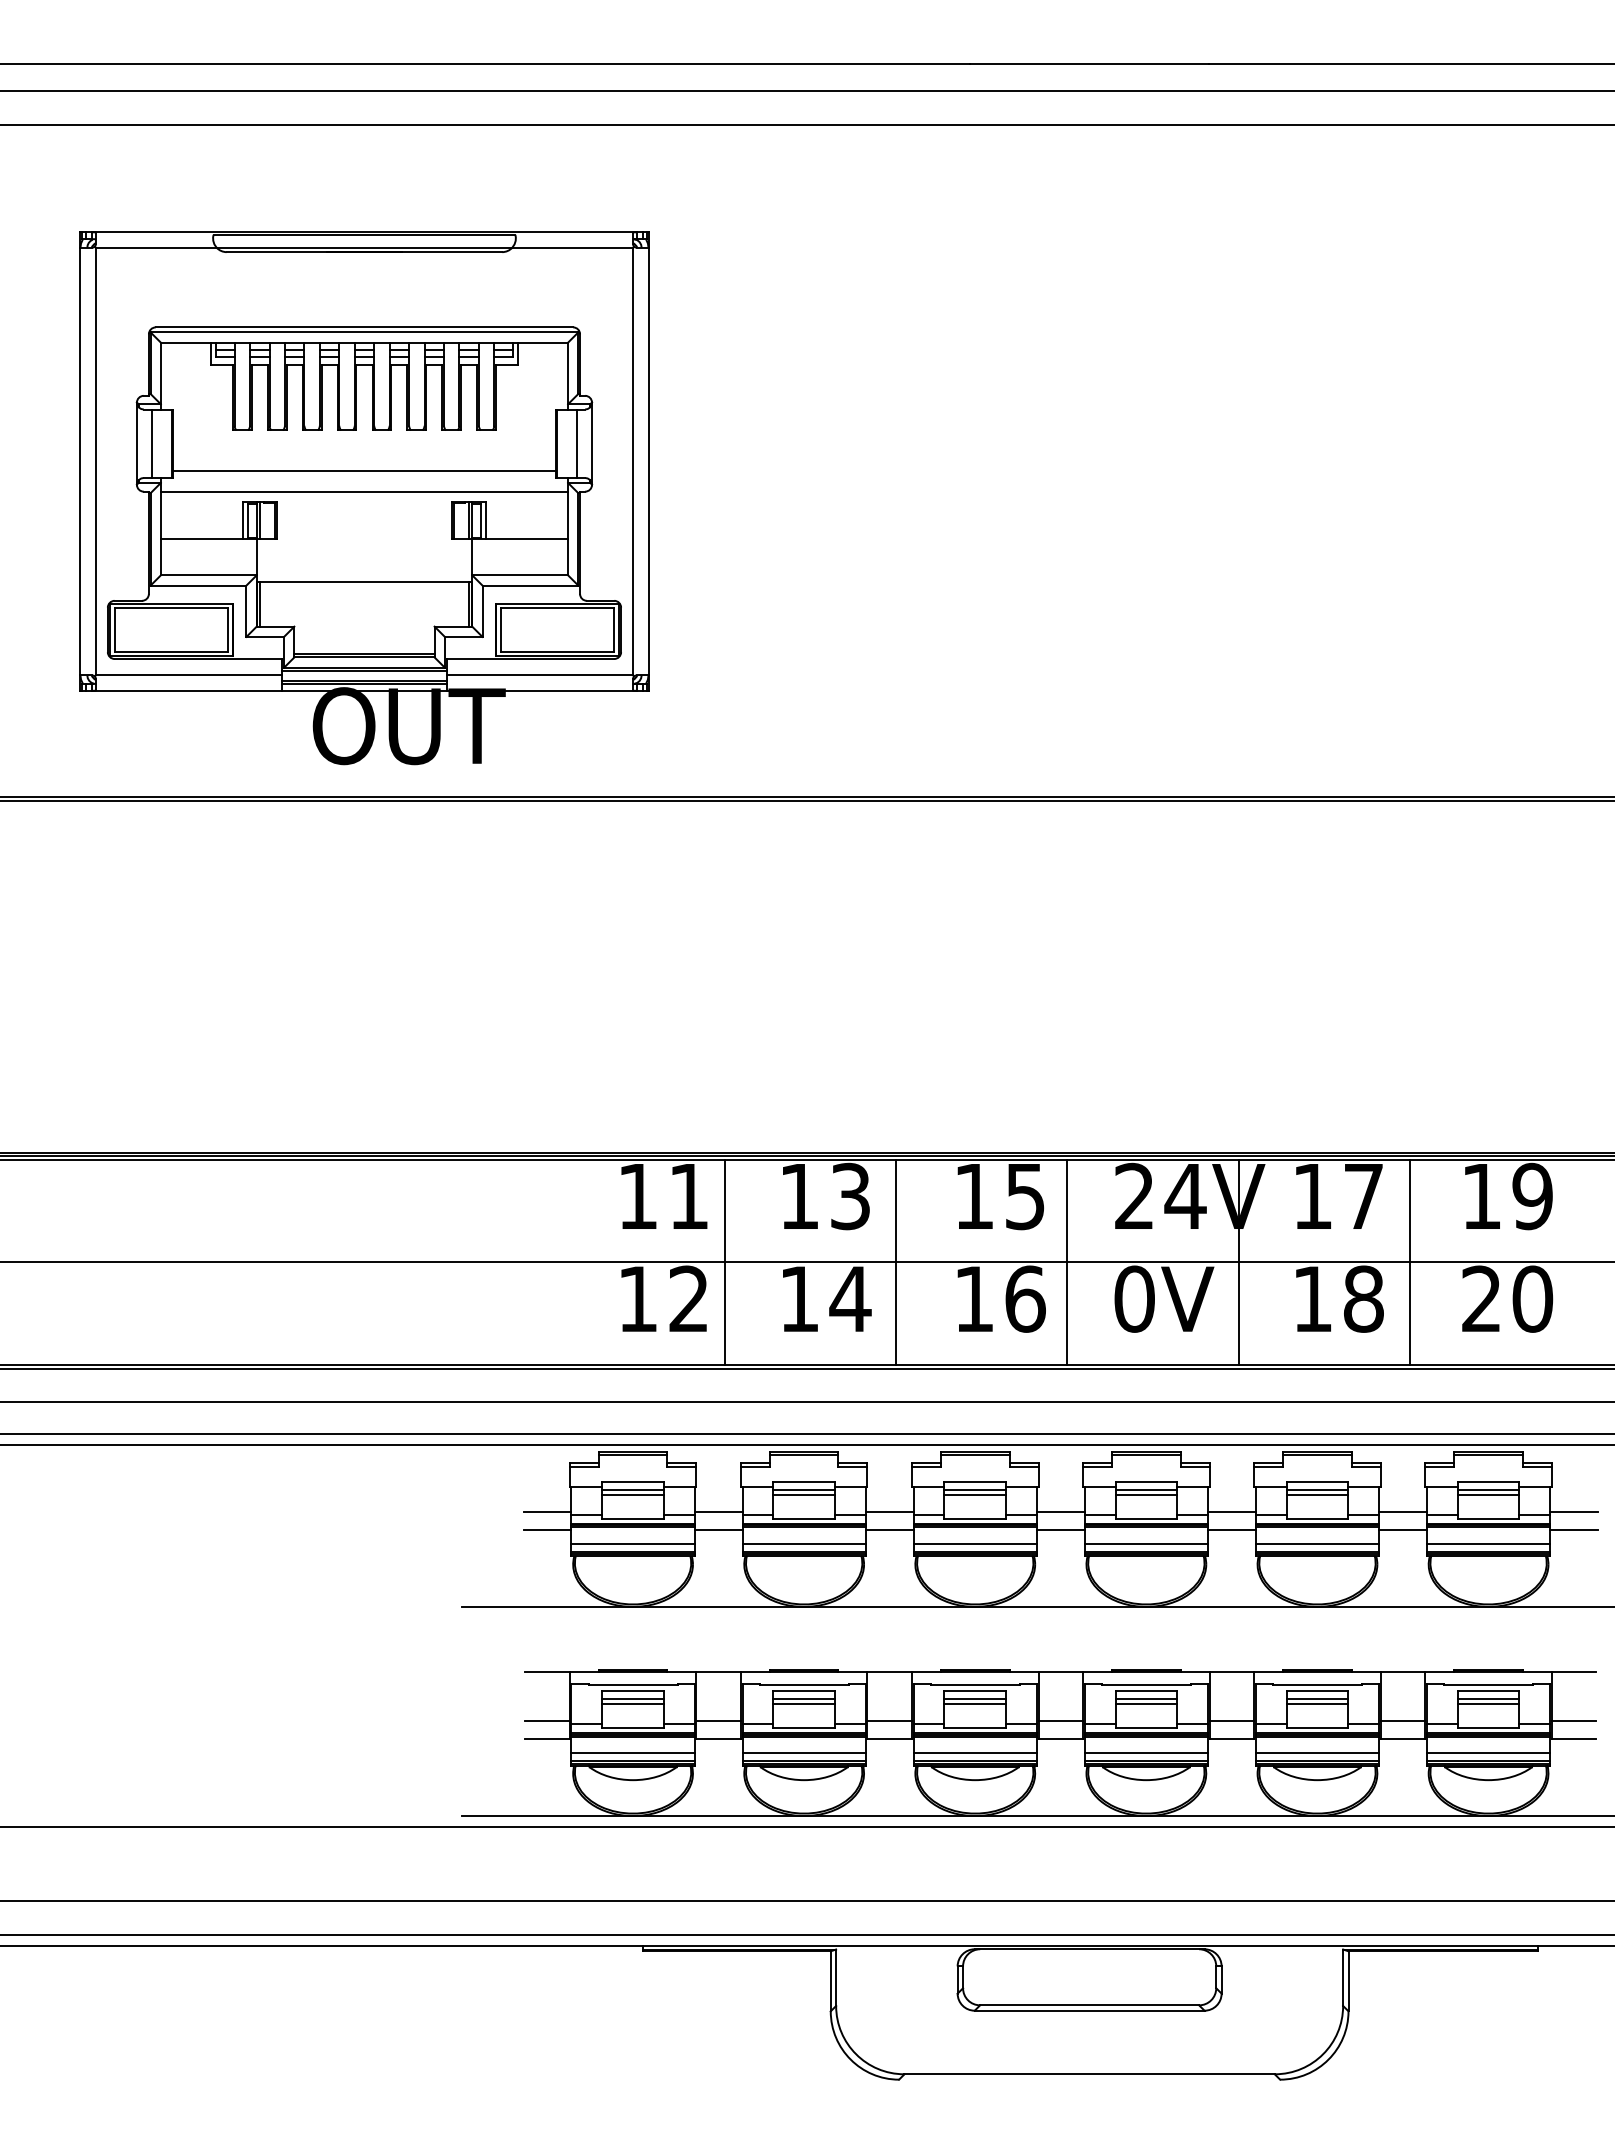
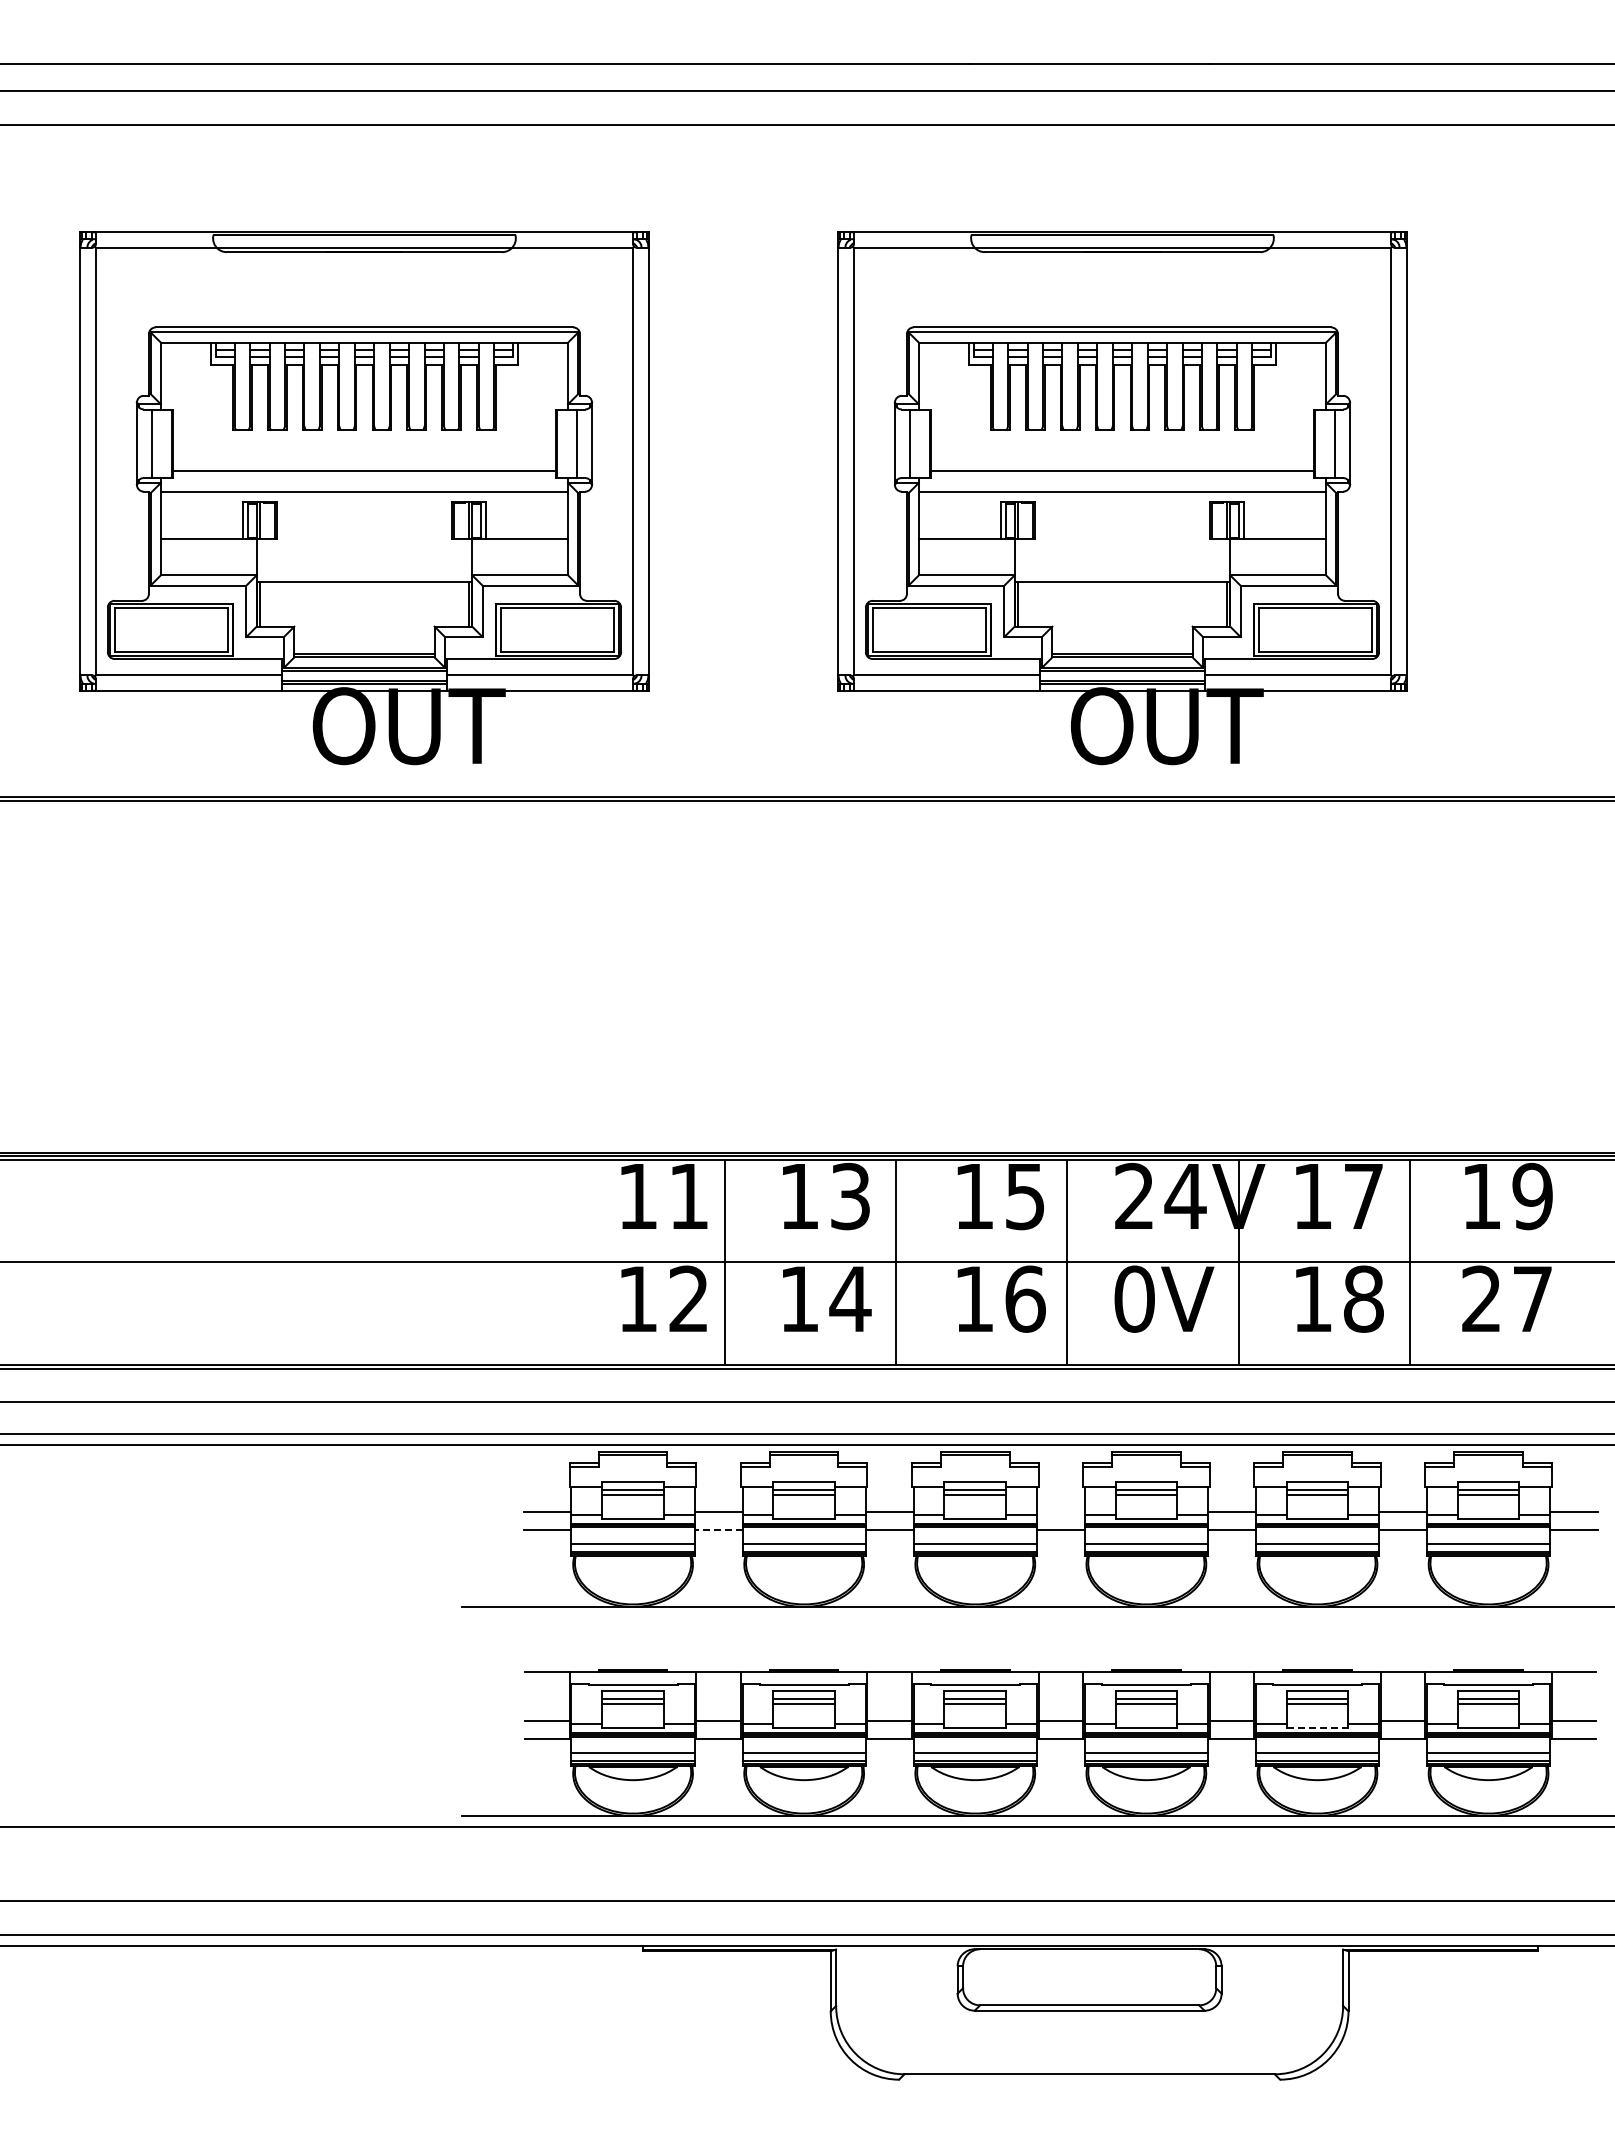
part at (1122, 498): none -> present
text at (1532, 1298): 20 -> 27
line at (1060, 1511): present -> none
line at (718, 1530): solid -> dashed
line at (1317, 1728): solid -> dashed
